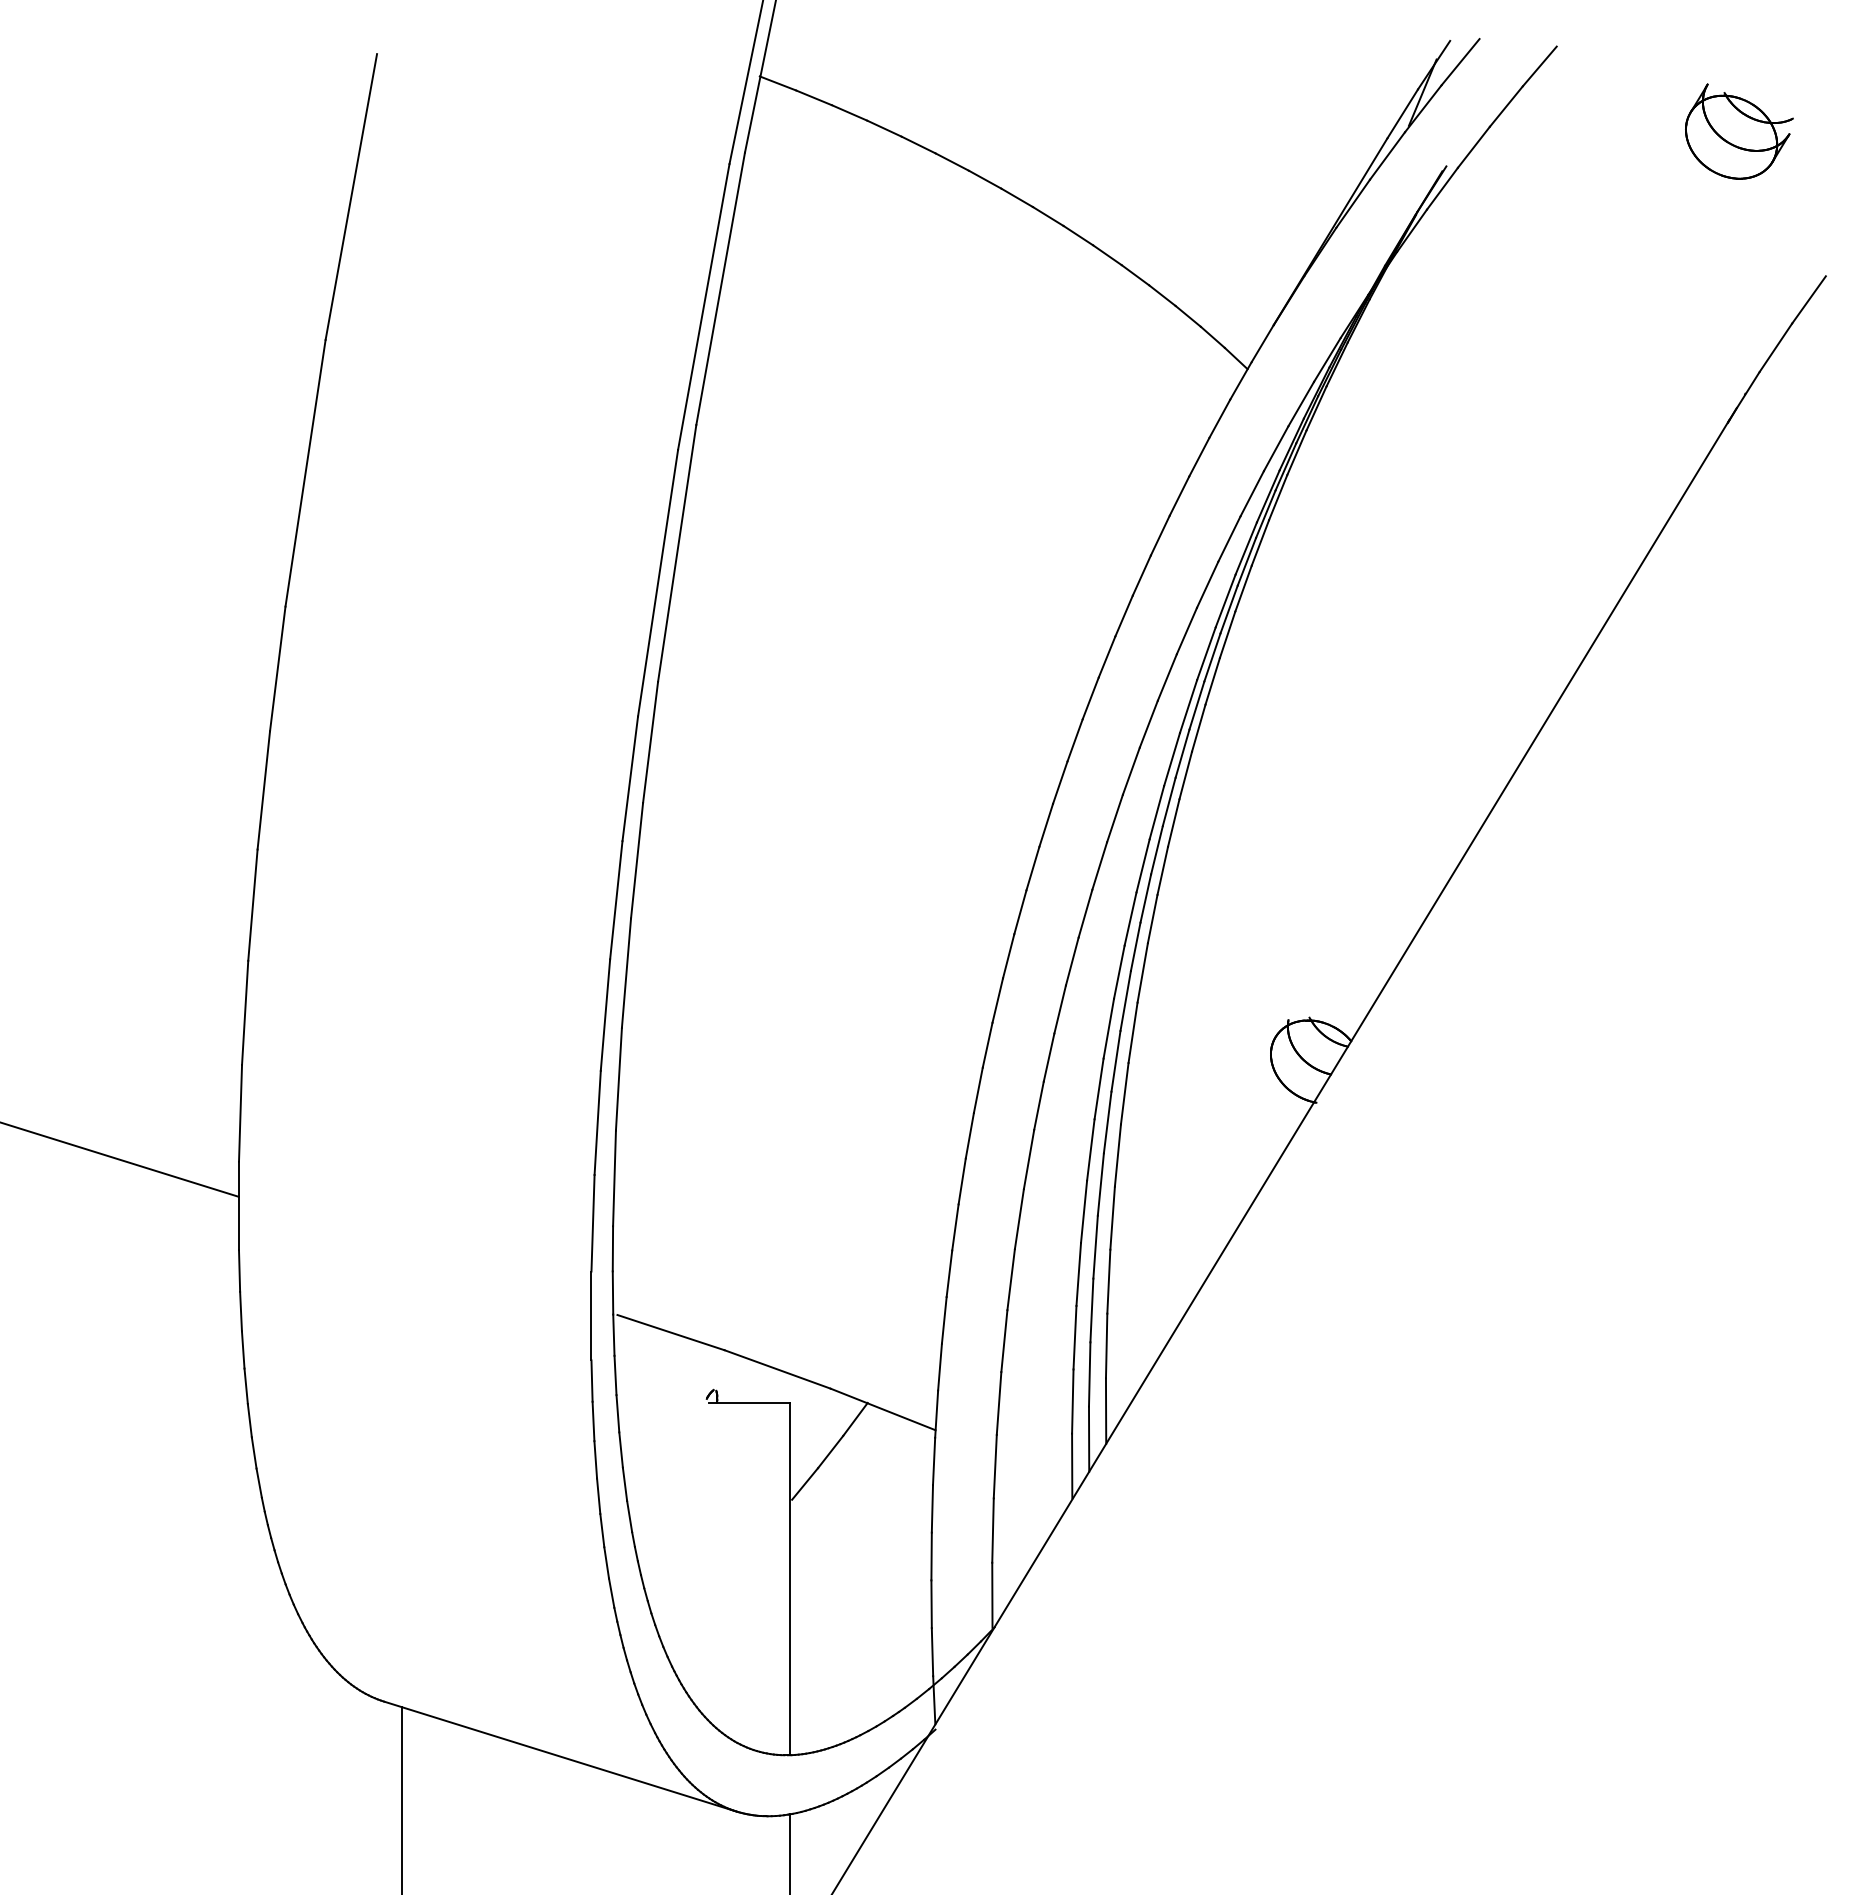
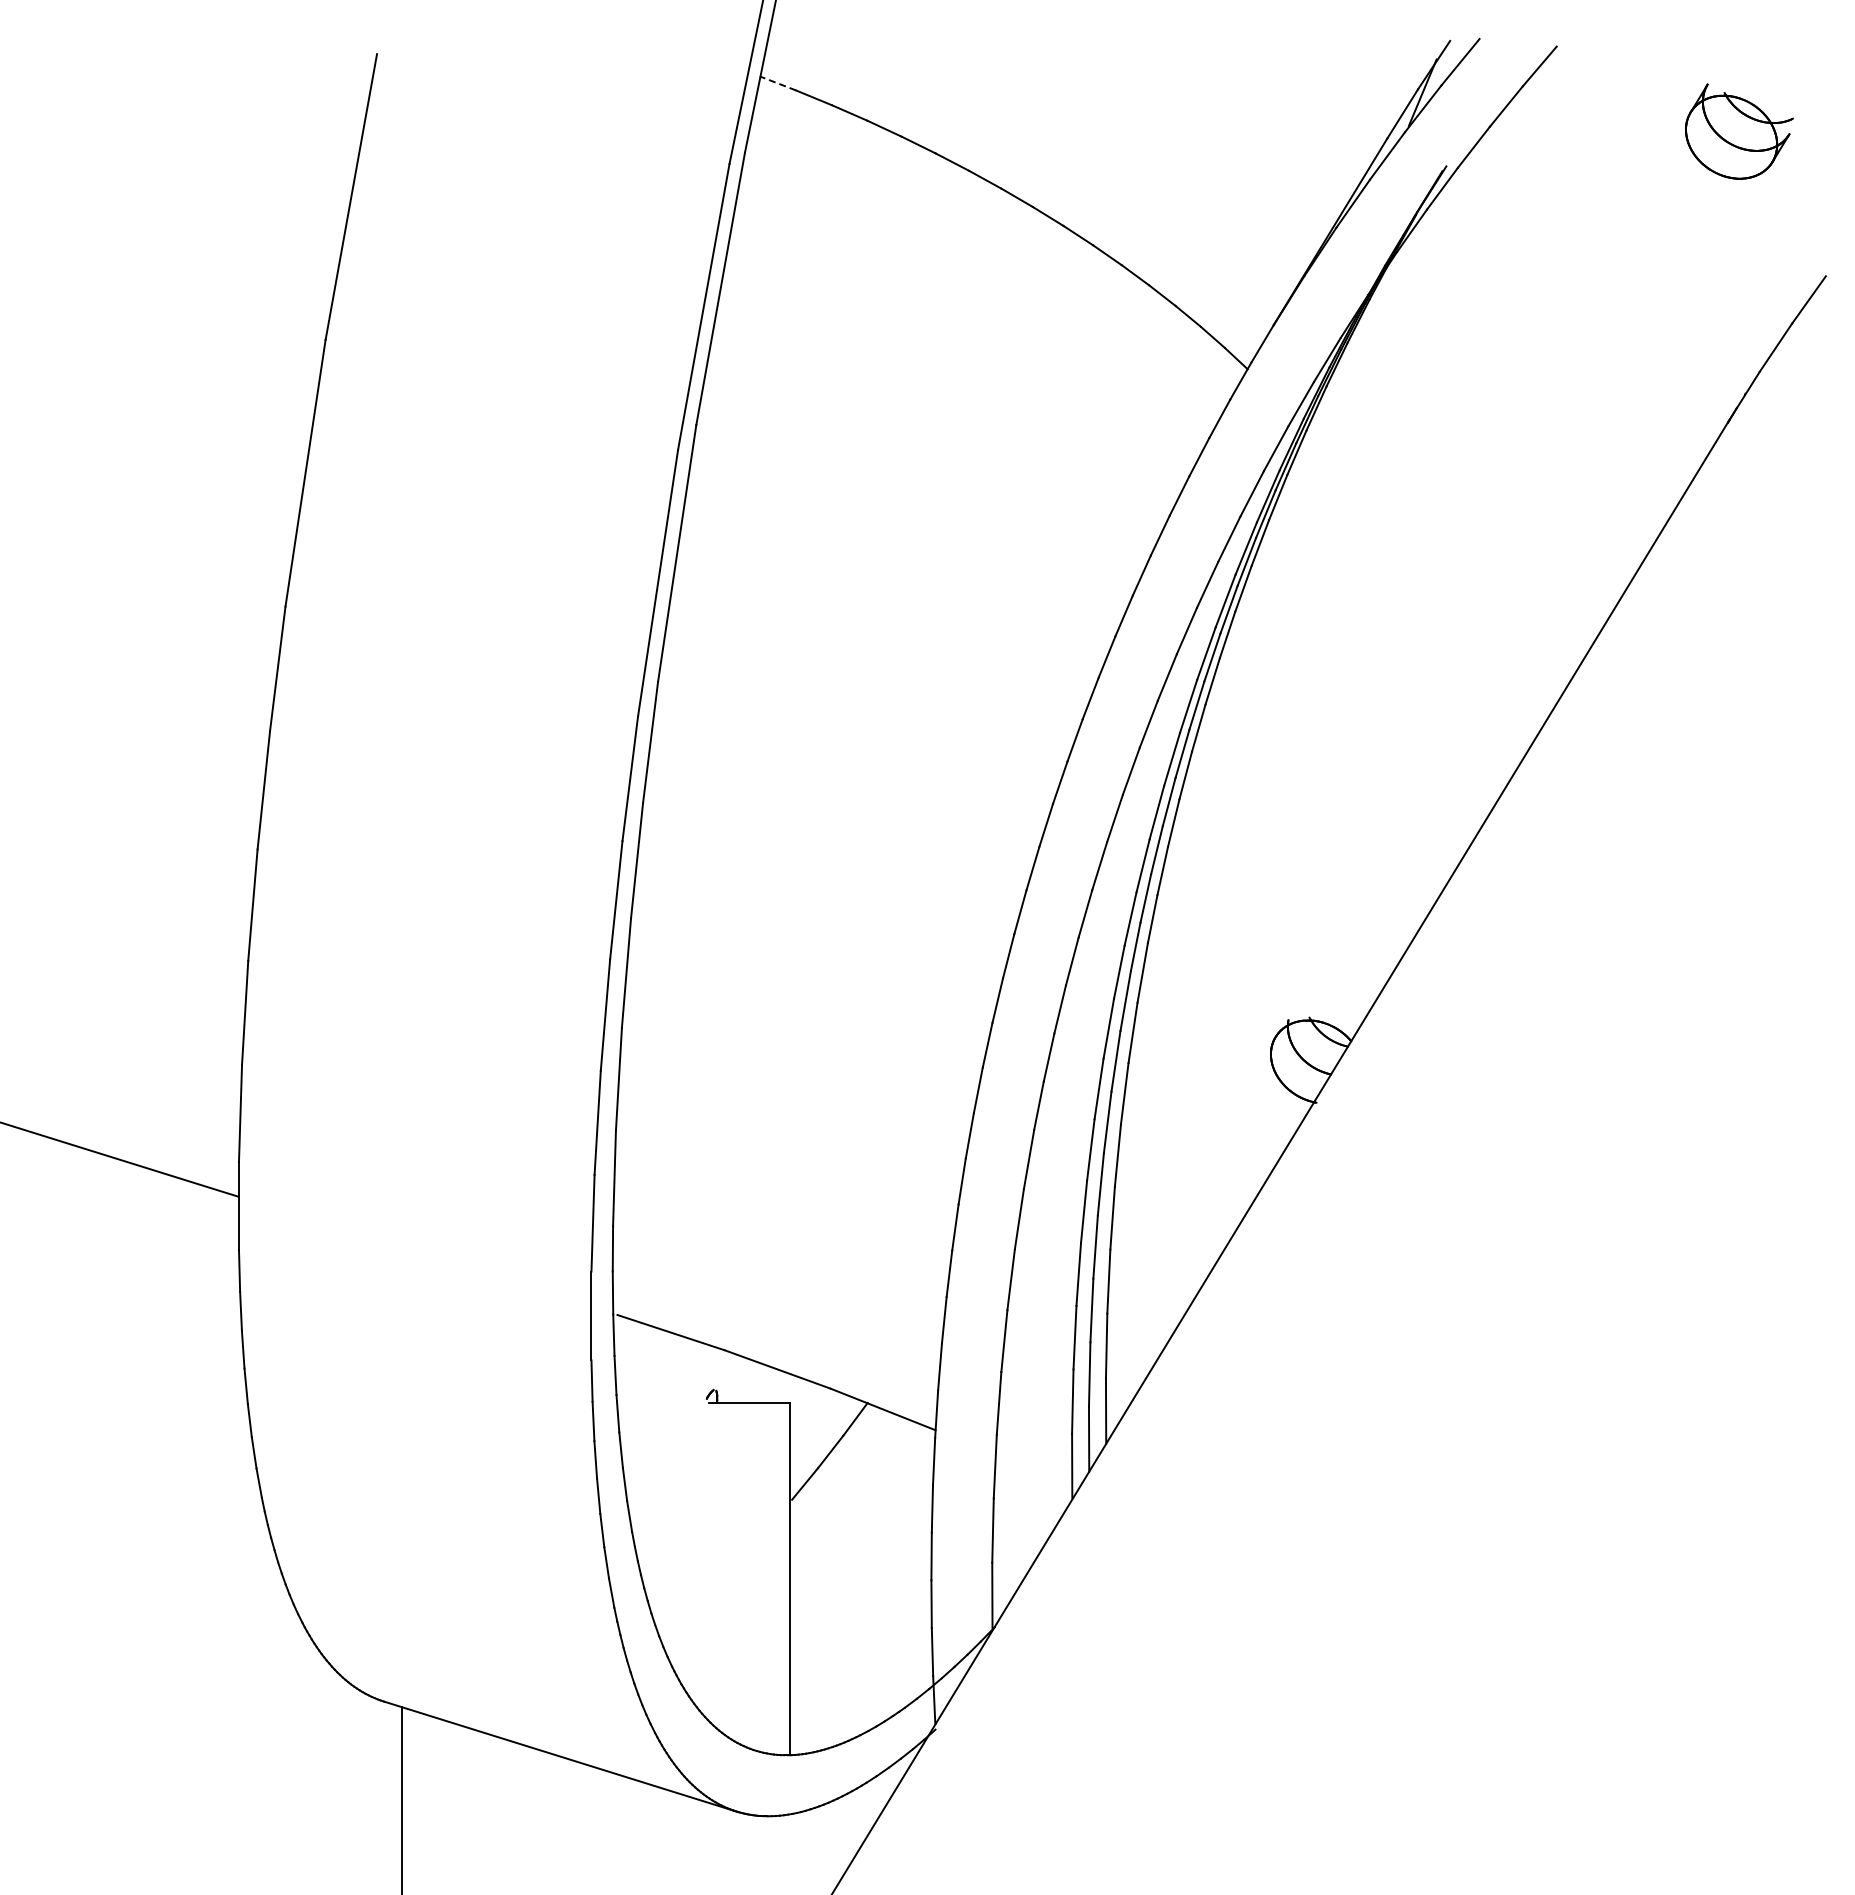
line at (777, 83): solid -> dashed
line at (789, 1852): present -> none
